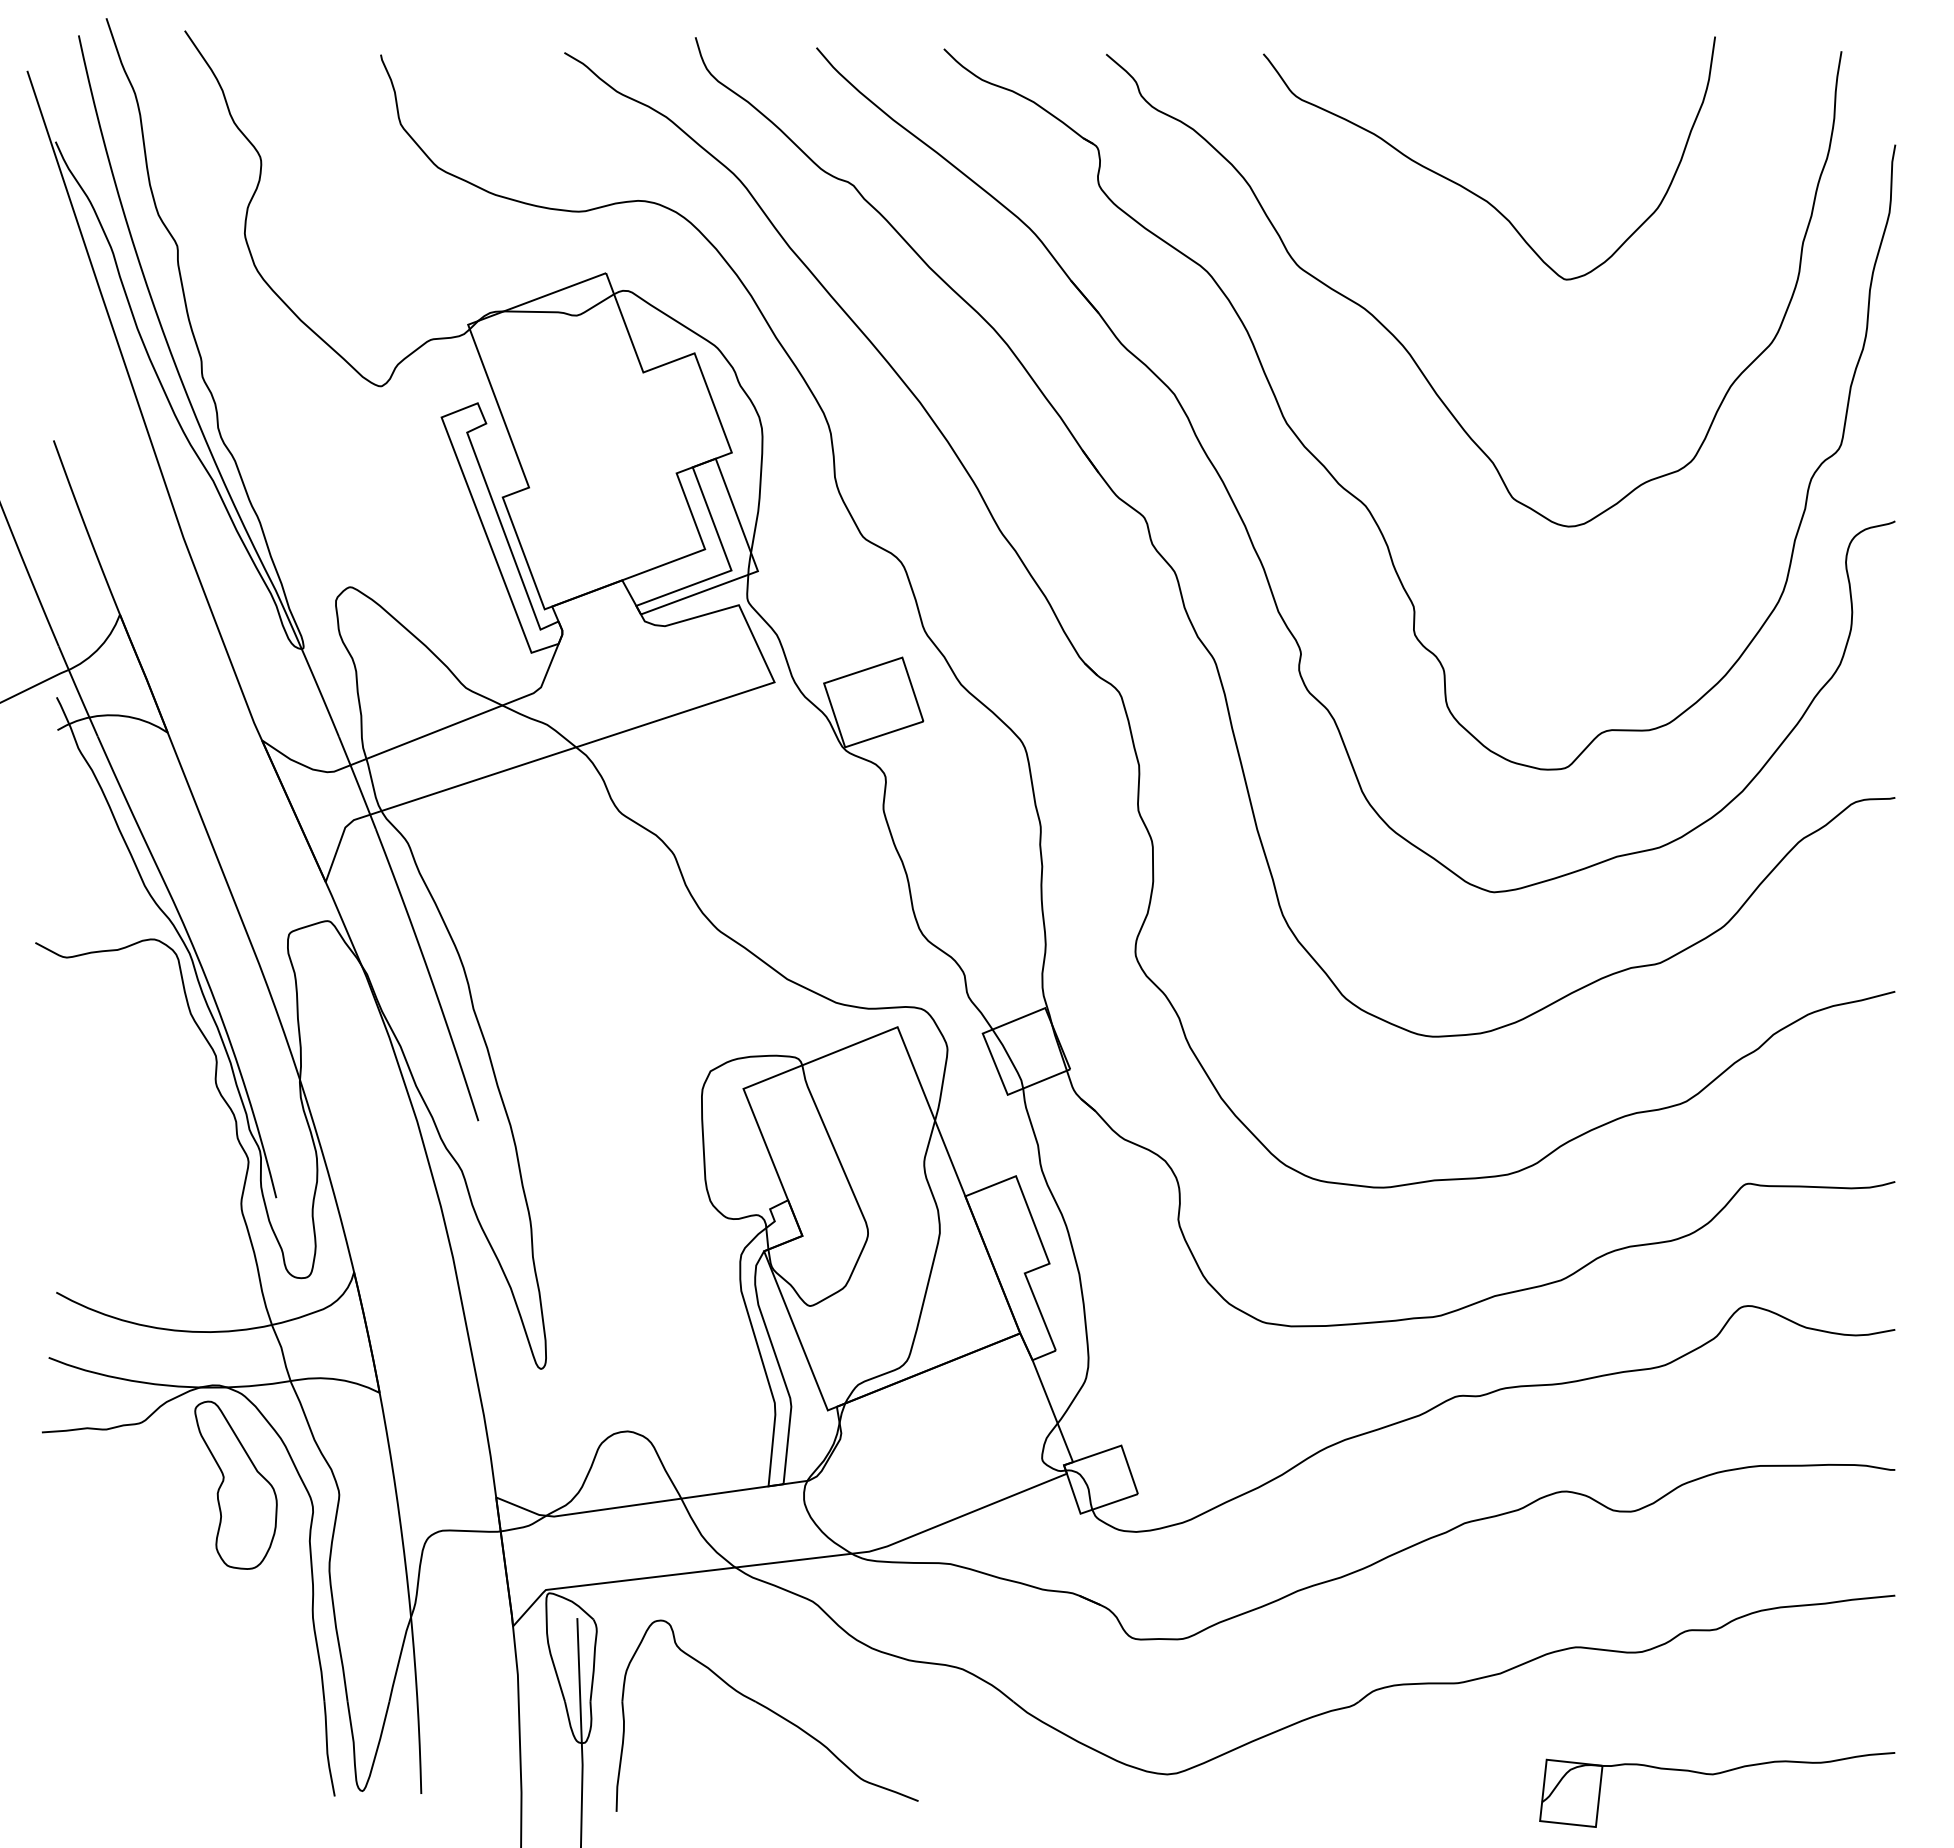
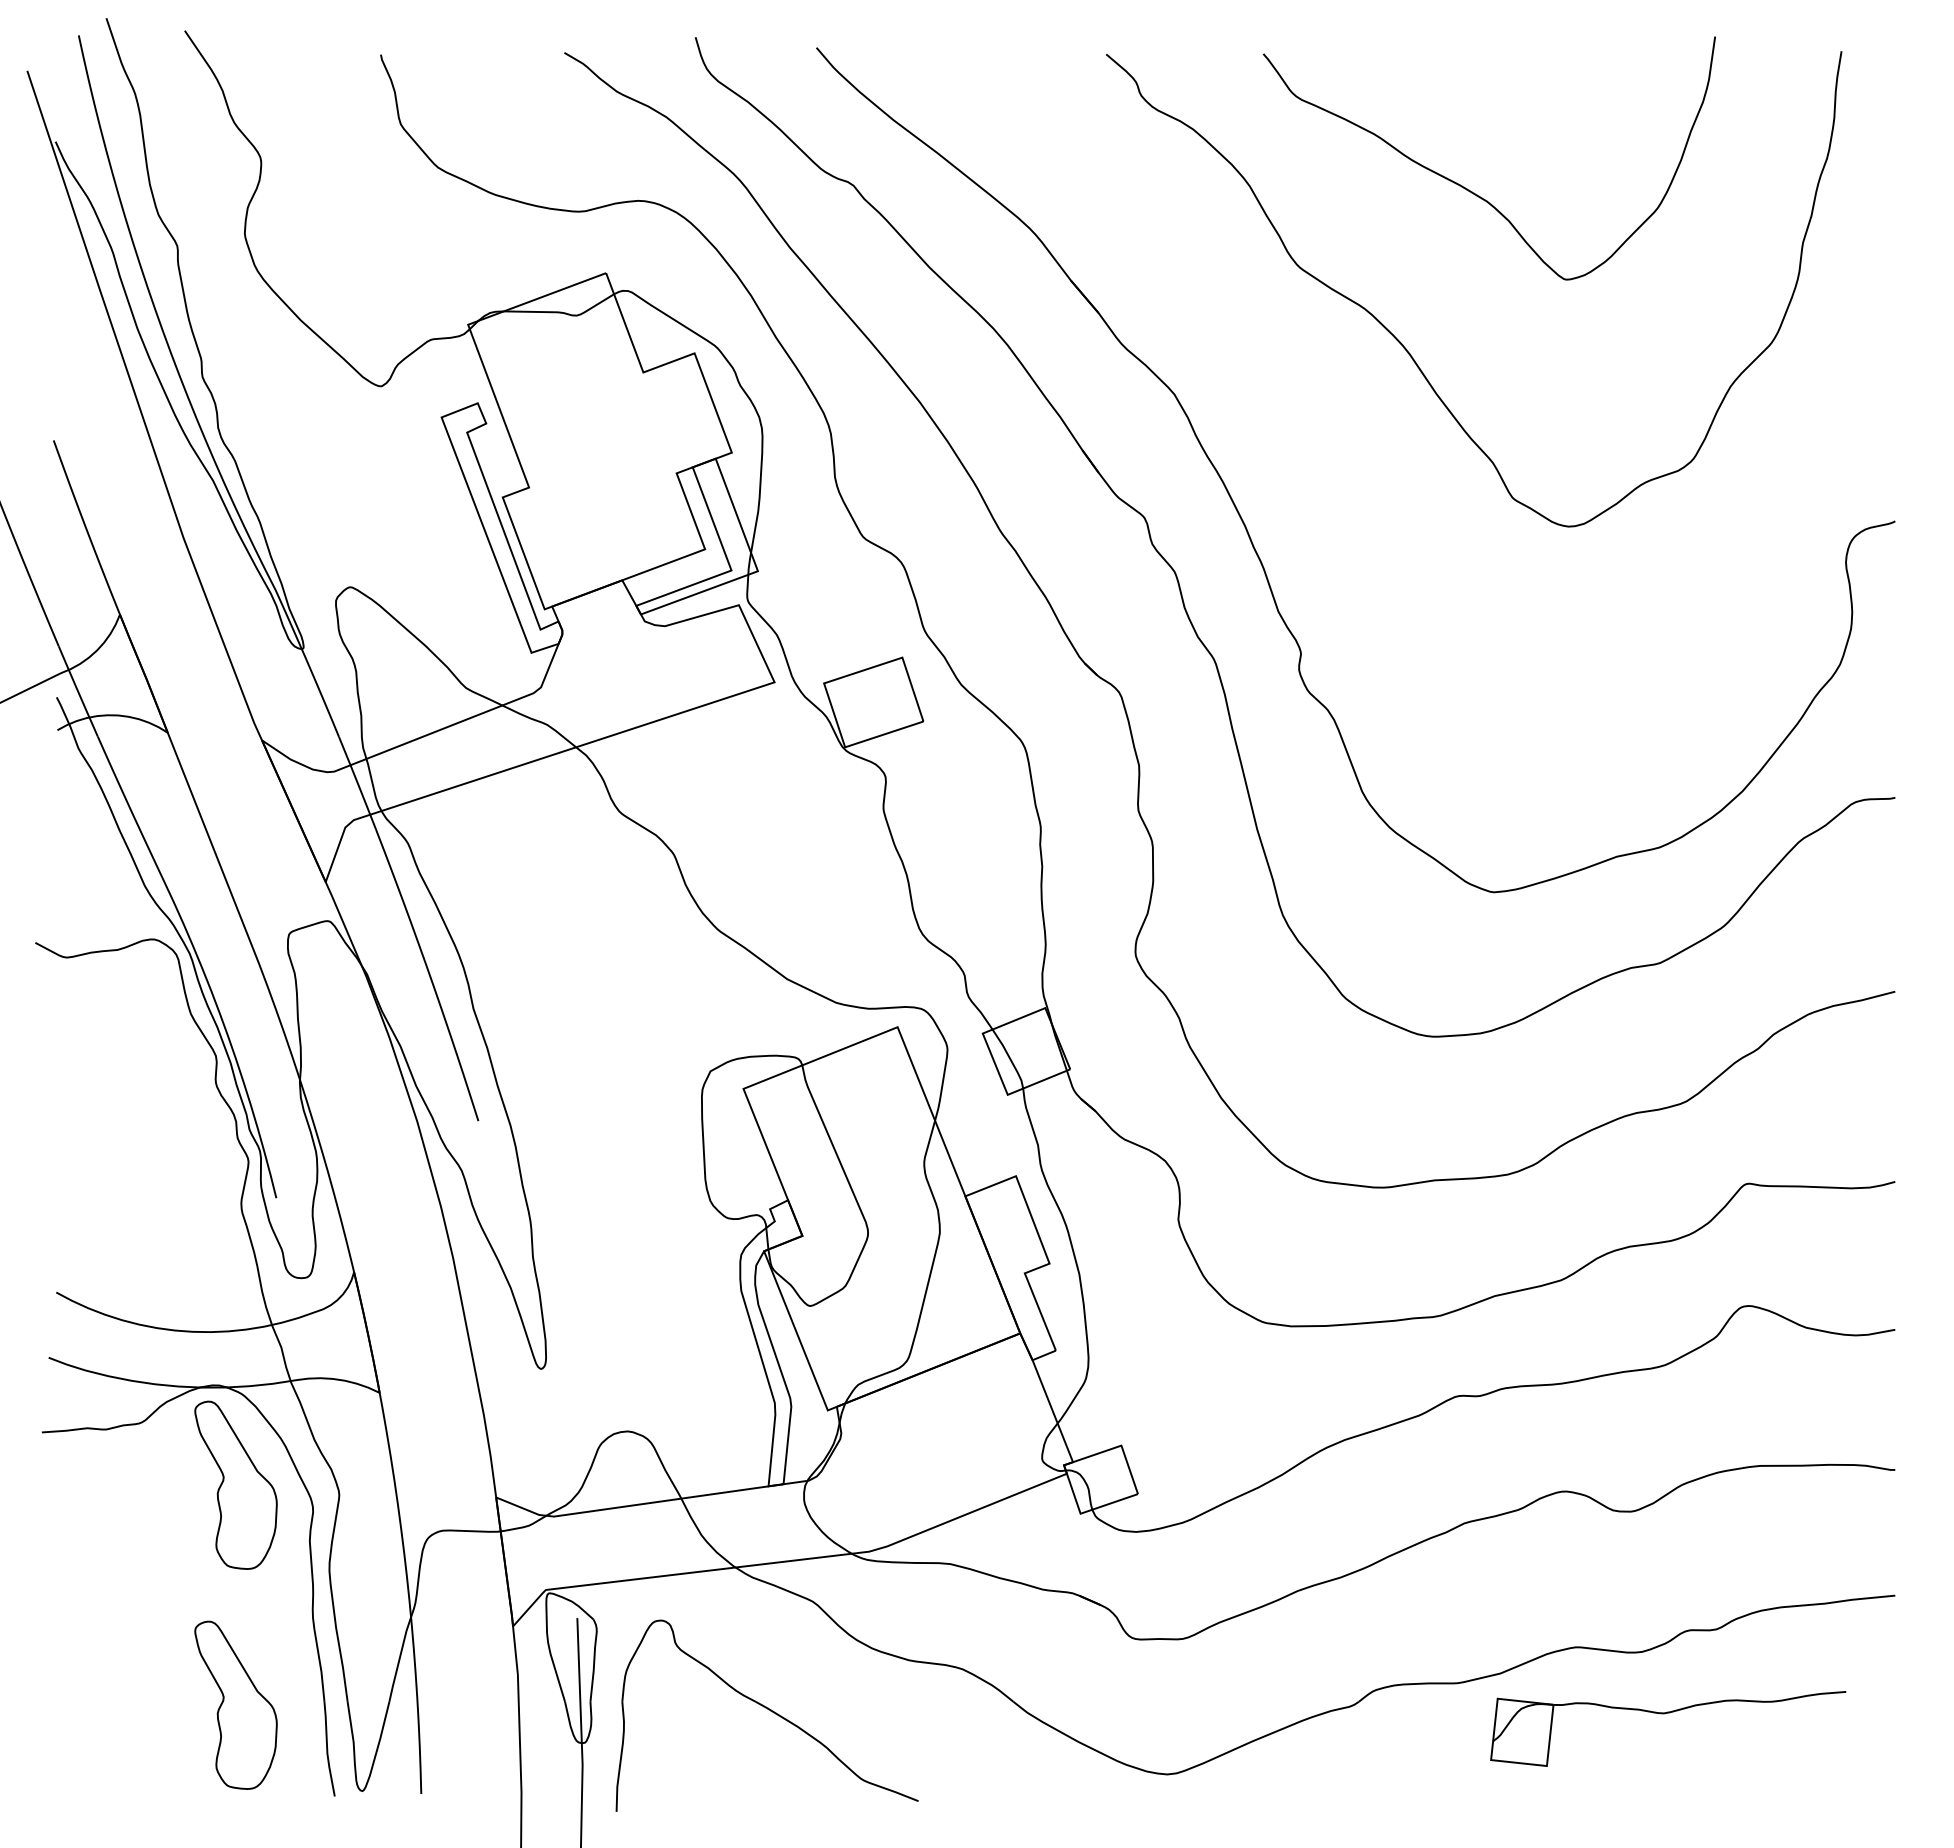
part at (1352, 493): present -> none
part at (235, 1704): none -> present
part at (1713, 1775) position: (1713, 1775) -> (1664, 1714)
